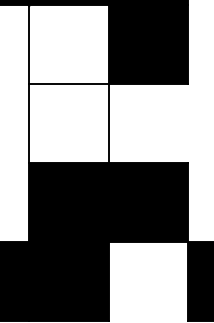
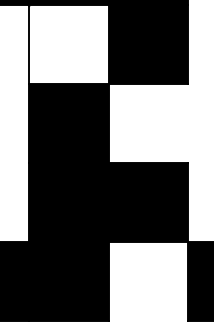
fill at (68, 123): none -> present
